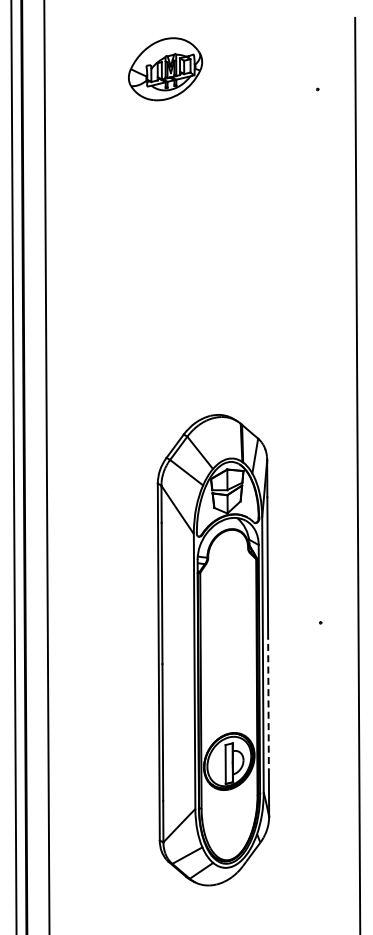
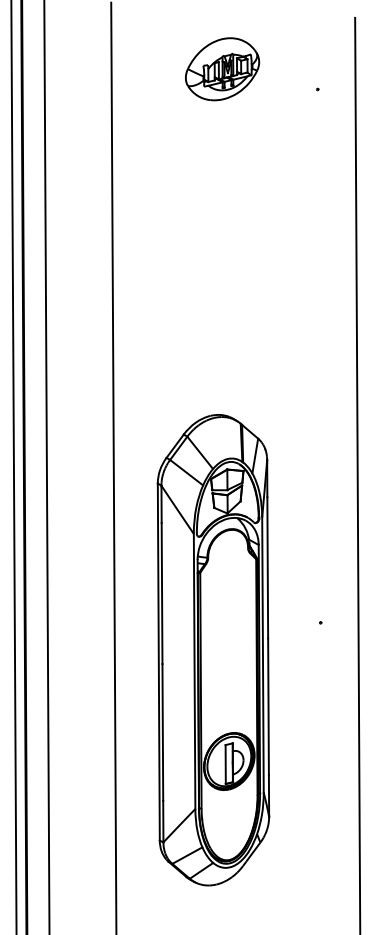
part at (165, 69) position: (165, 69) -> (222, 69)
line at (113, 466): none -> present
line at (268, 706): dashed -> solid
